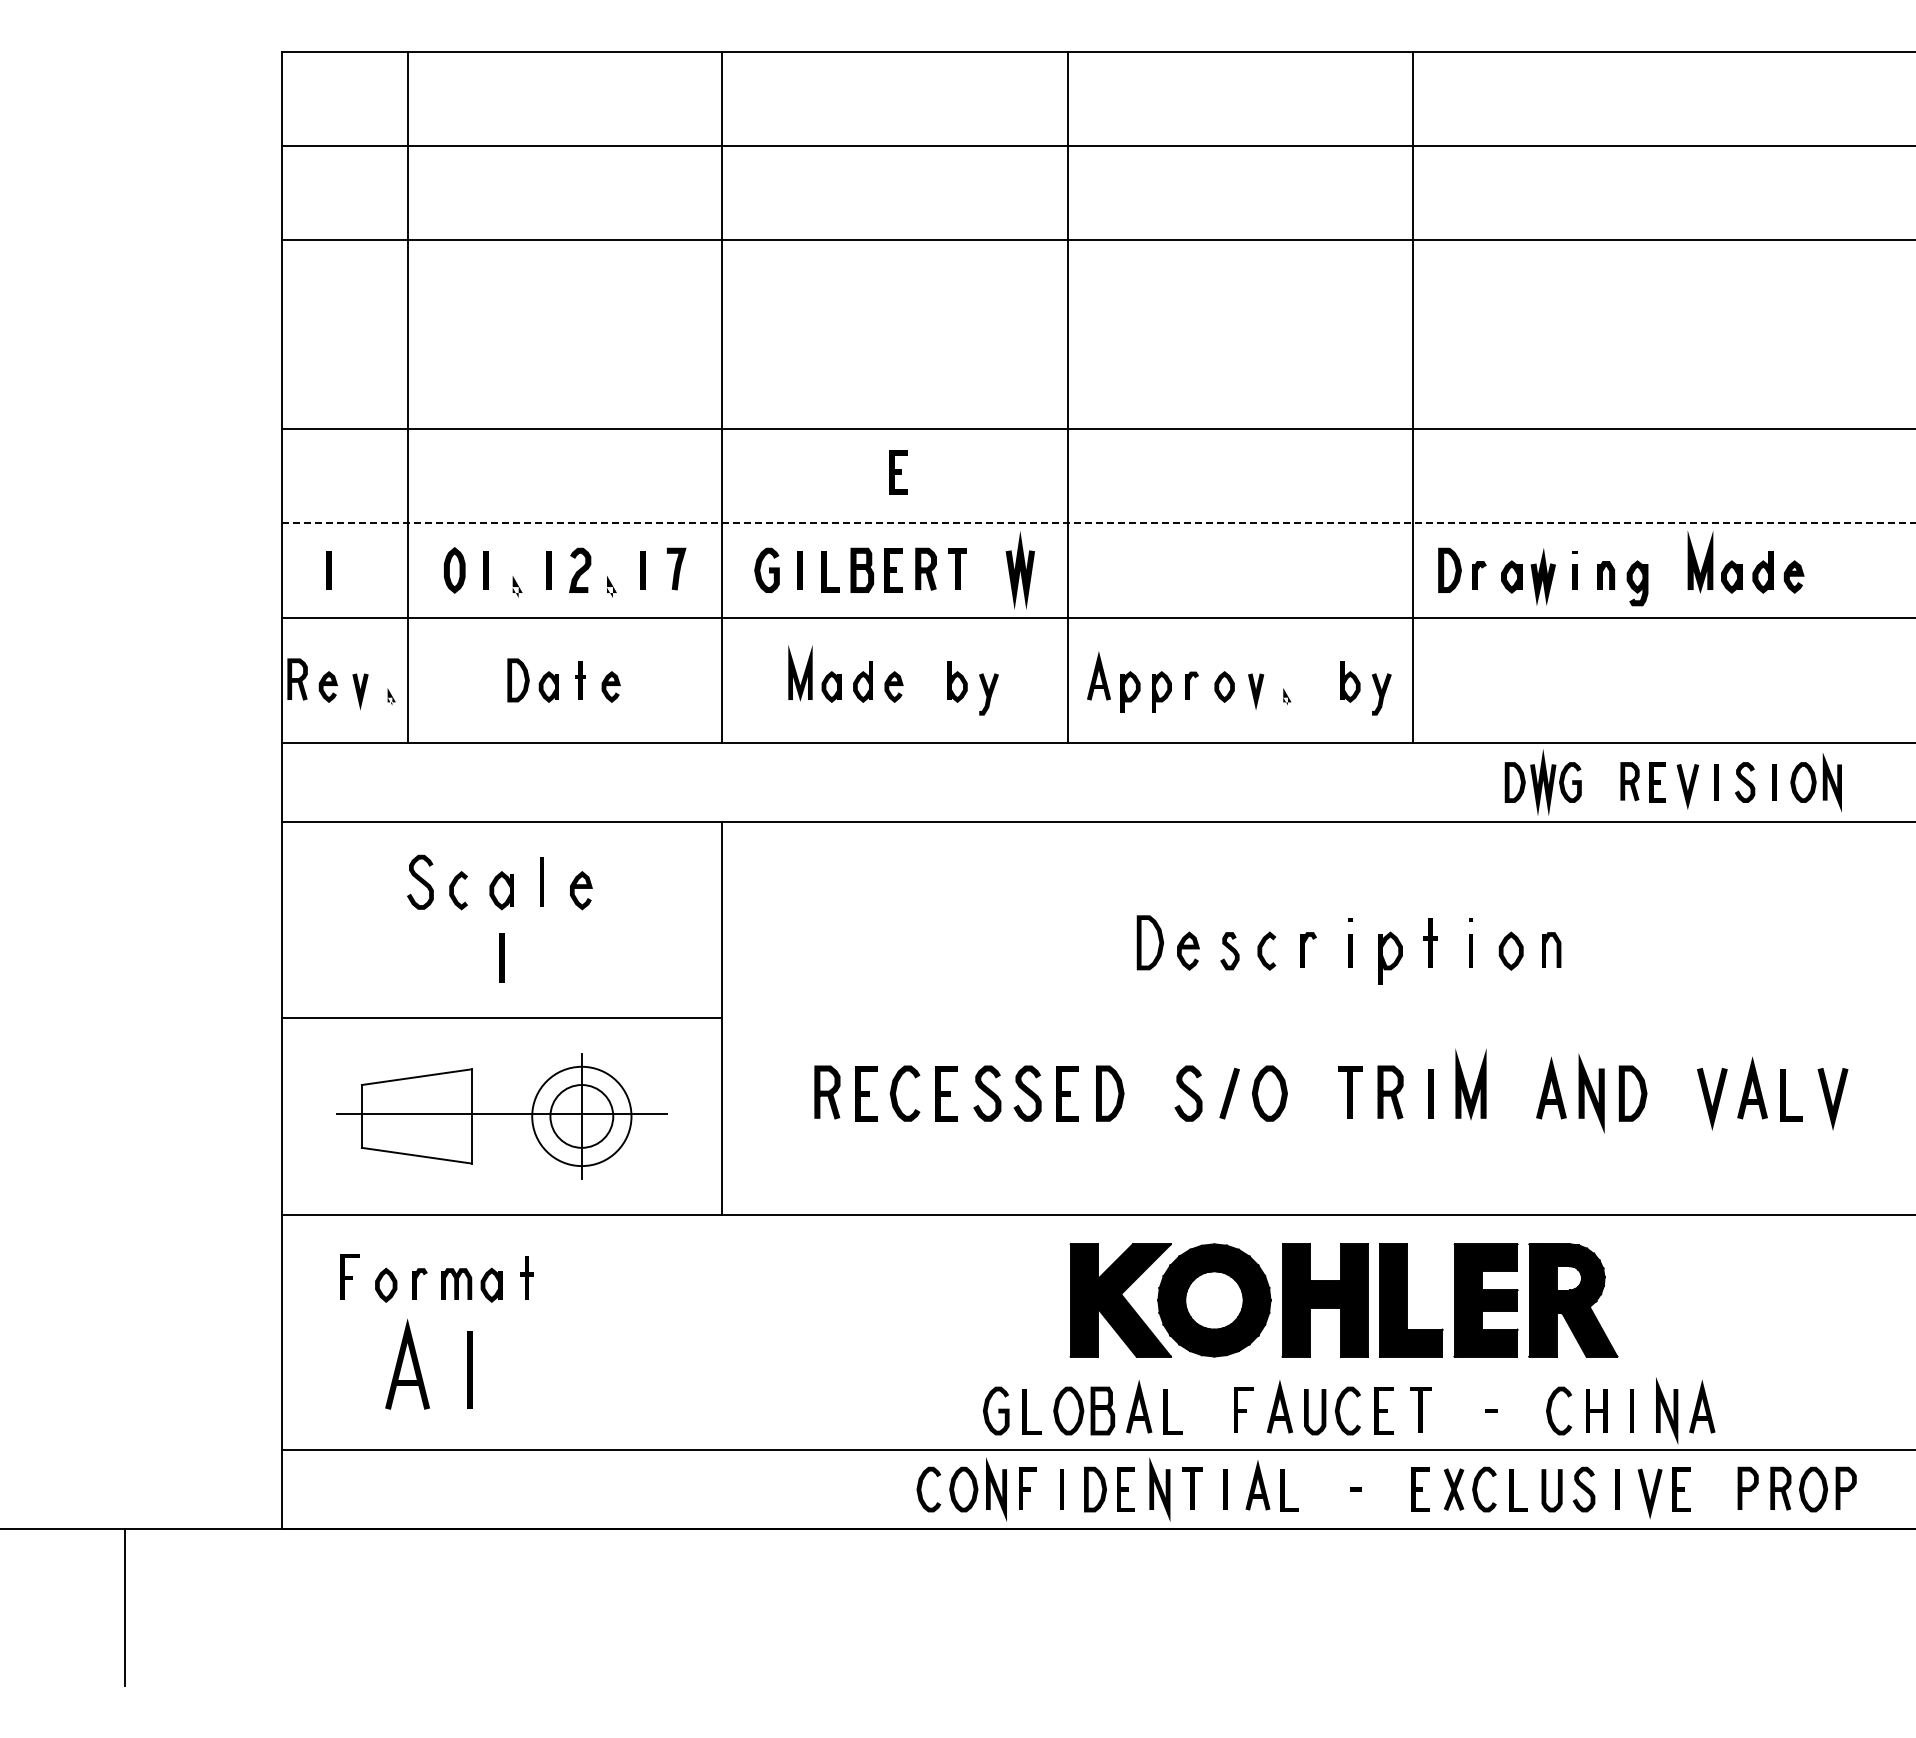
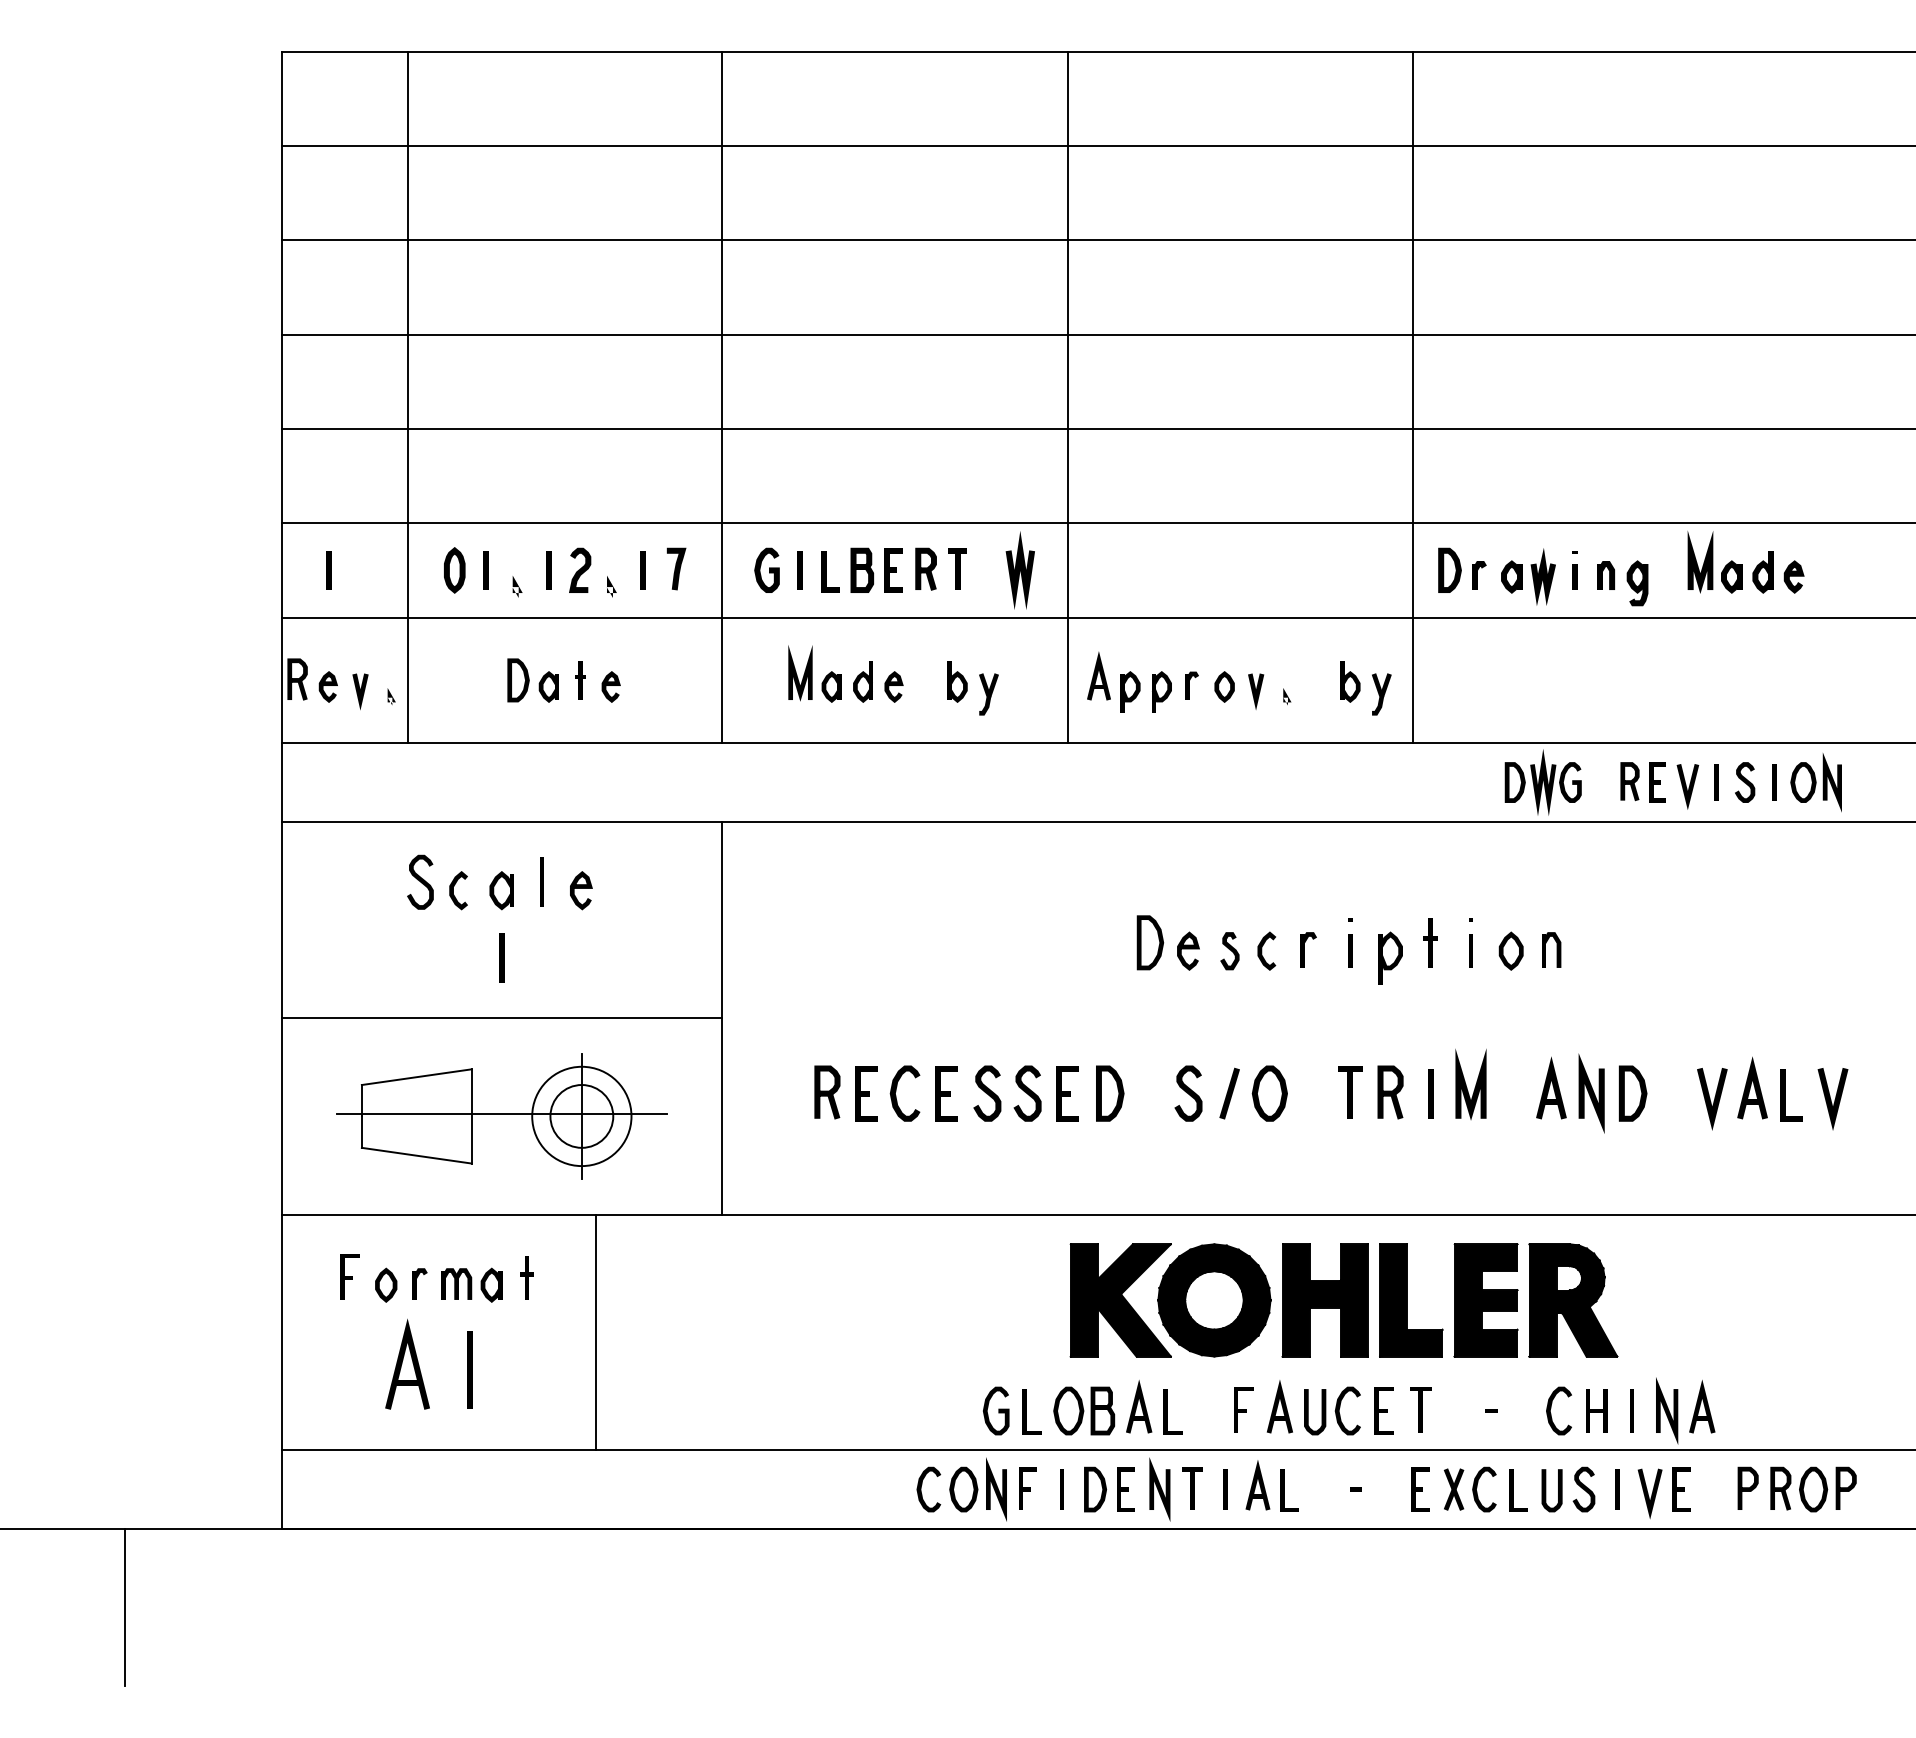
line at (1096, 334): none -> present
part at (898, 472): present -> none
line at (1098, 523): dashed -> solid
line at (596, 1332): none -> present
